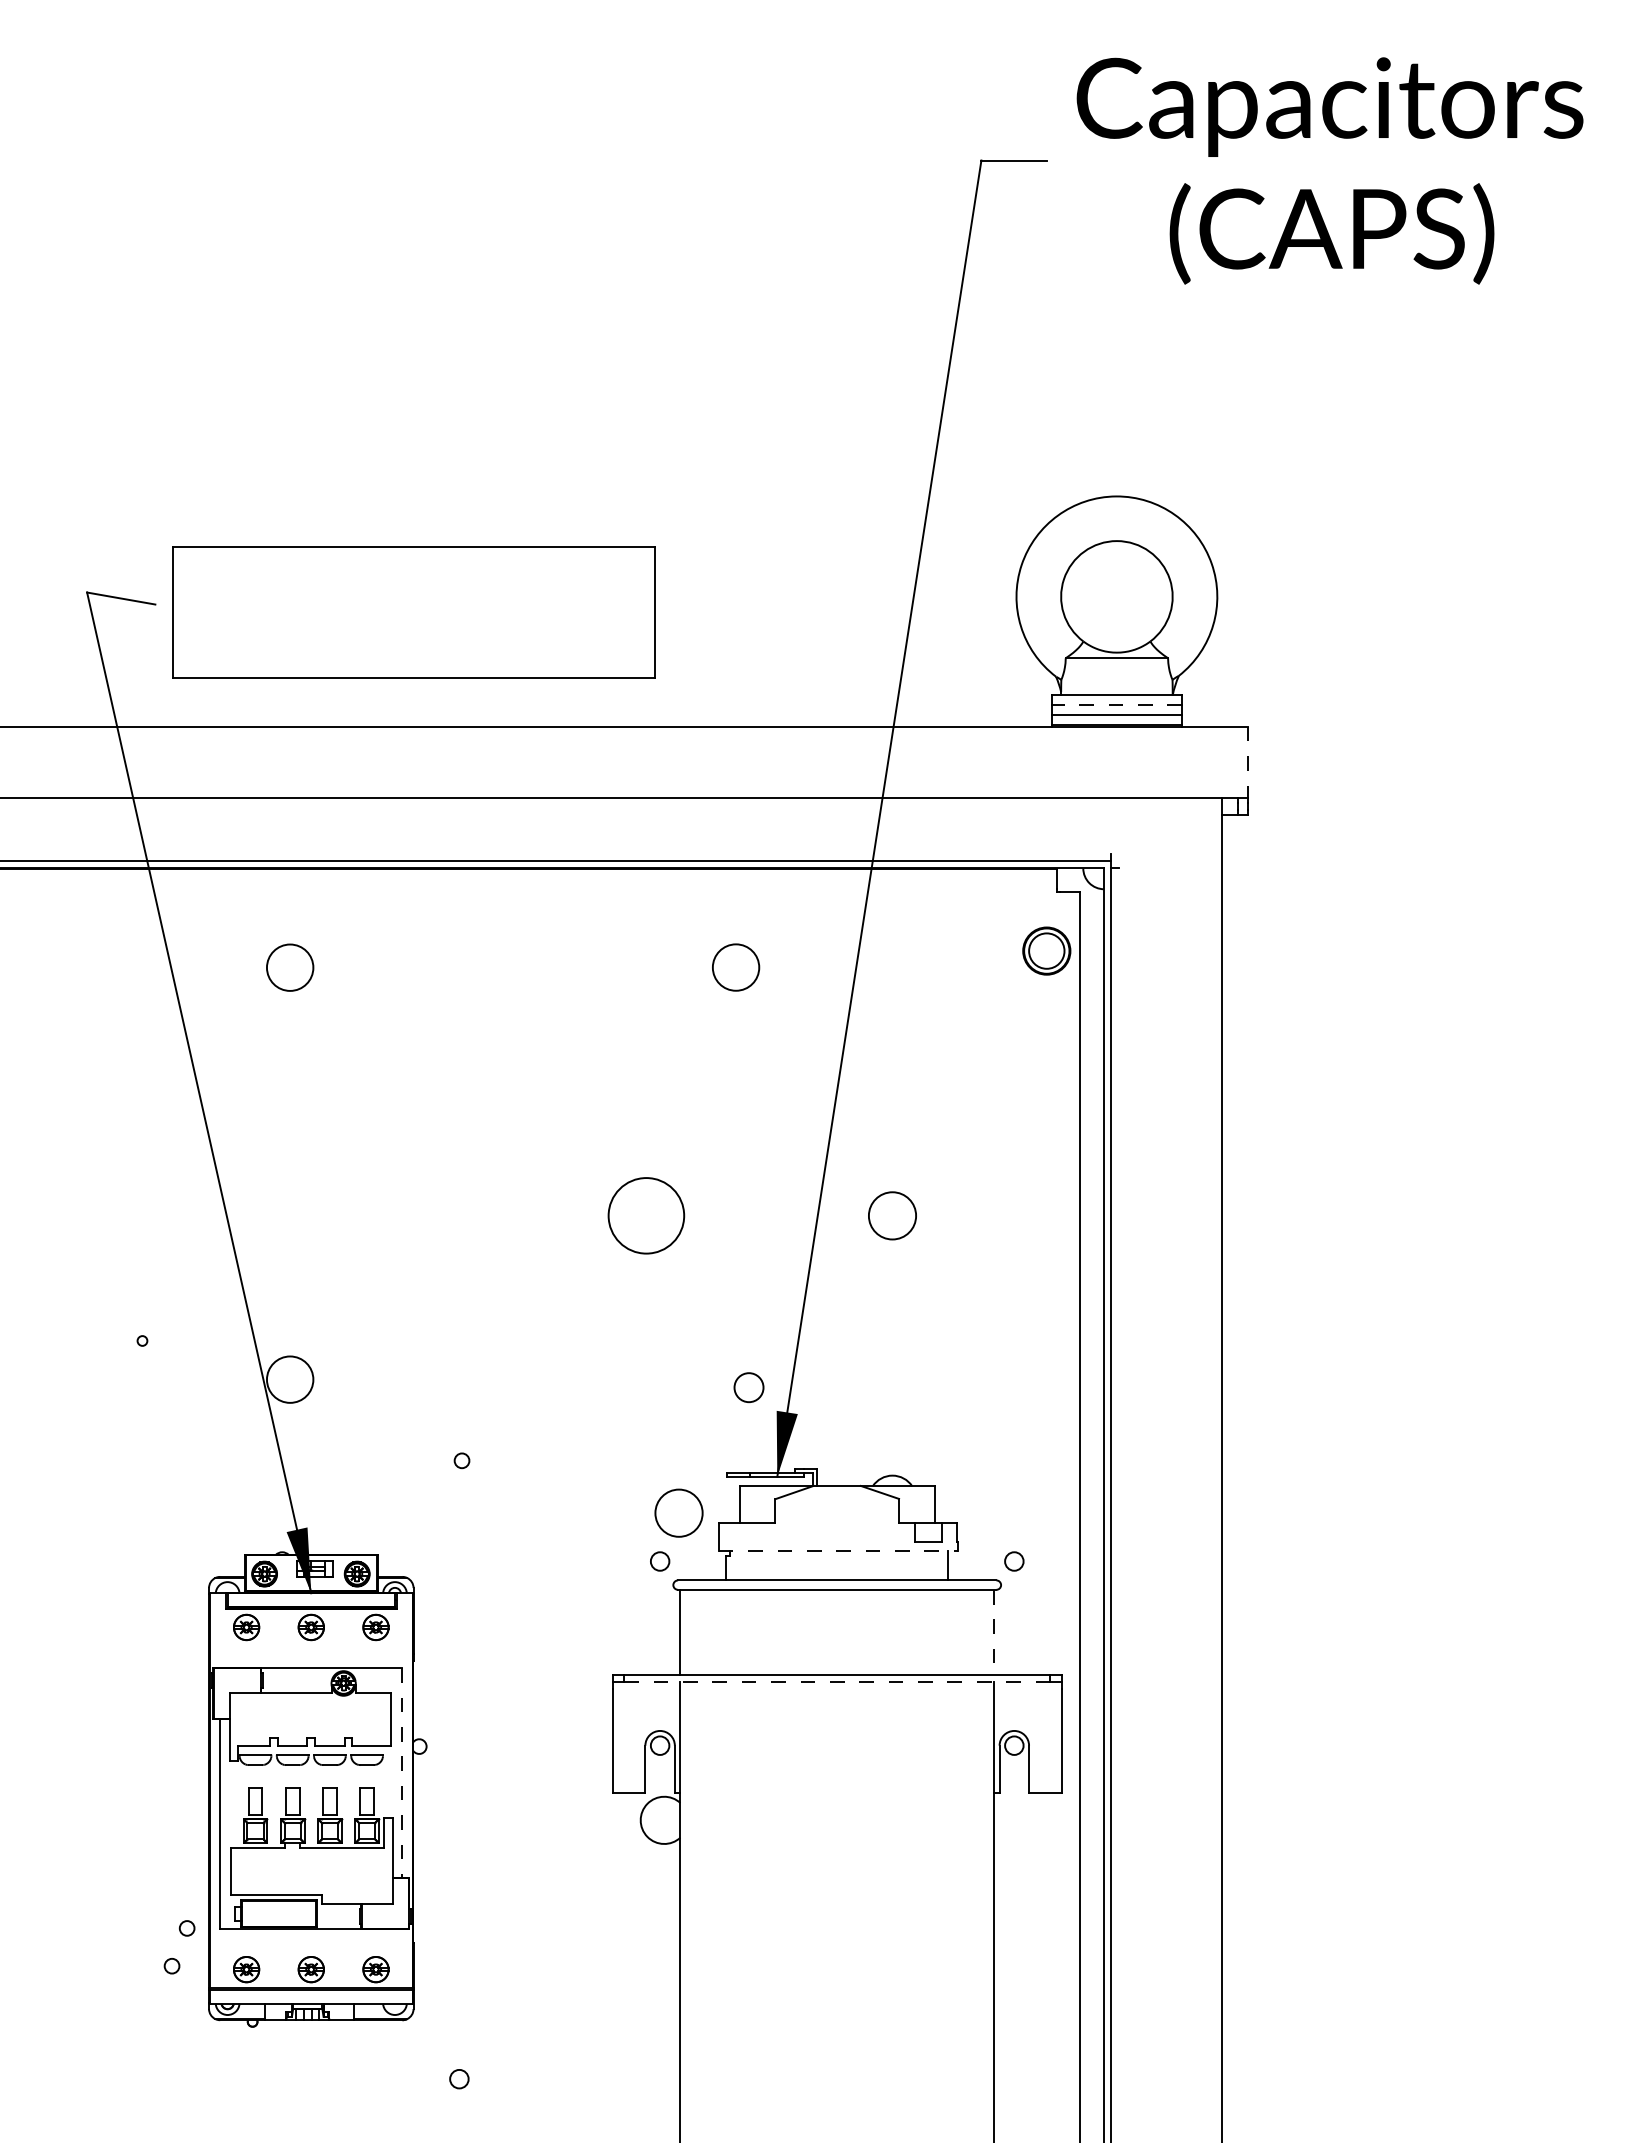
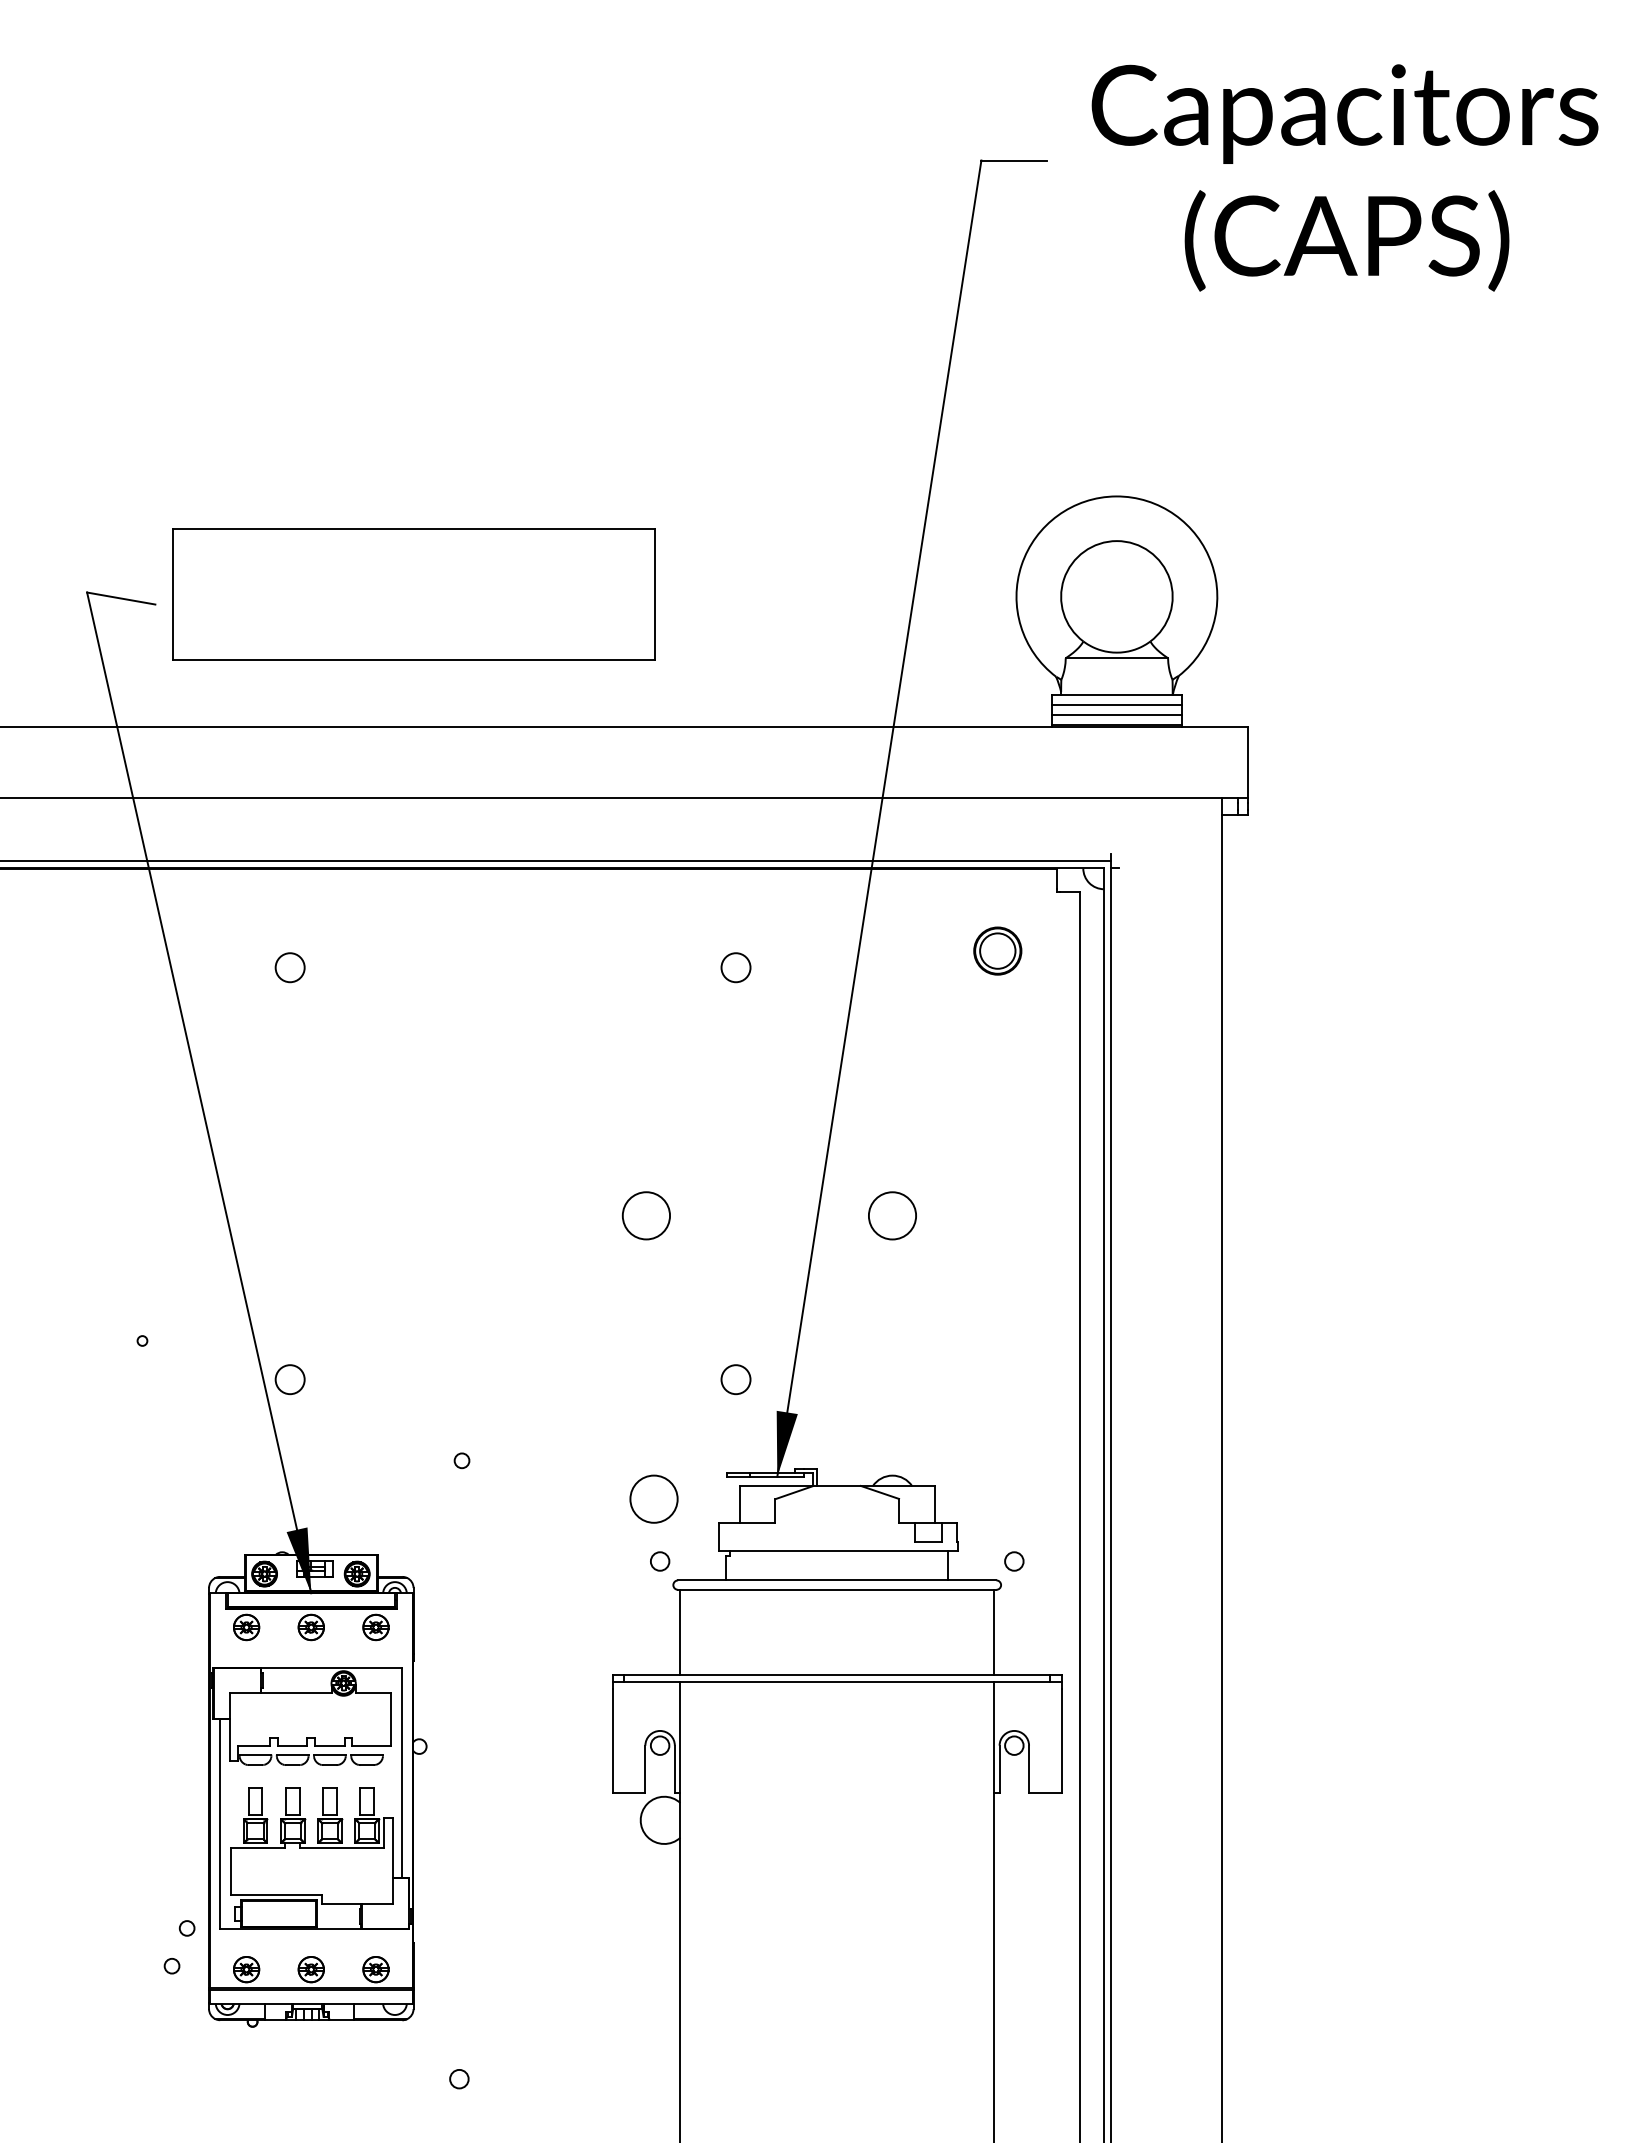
text at (1329, 170) position: (1329, 170) -> (1344, 177)
part at (413, 612) position: (413, 612) -> (413, 594)
line at (1116, 705): dashed -> solid
line at (1248, 762): dashed -> solid
part at (1046, 950) position: (1046, 950) -> (997, 950)
circle at (289, 967) diameter: 46 px -> 29 px
circle at (736, 967) size: 49x49 px -> 32x32 px
circle at (646, 1215) diameter: 76 px -> 47 px
circle at (289, 1379) diameter: 46 px -> 29 px
circle at (748, 1387) position: (748, 1387) -> (735, 1379)
circle at (678, 1512) position: (678, 1512) -> (653, 1498)
line at (838, 1551): dashed -> solid
line at (994, 1632): dashed -> solid
line at (837, 1681): dashed -> solid
line at (402, 1773): dashed -> solid
